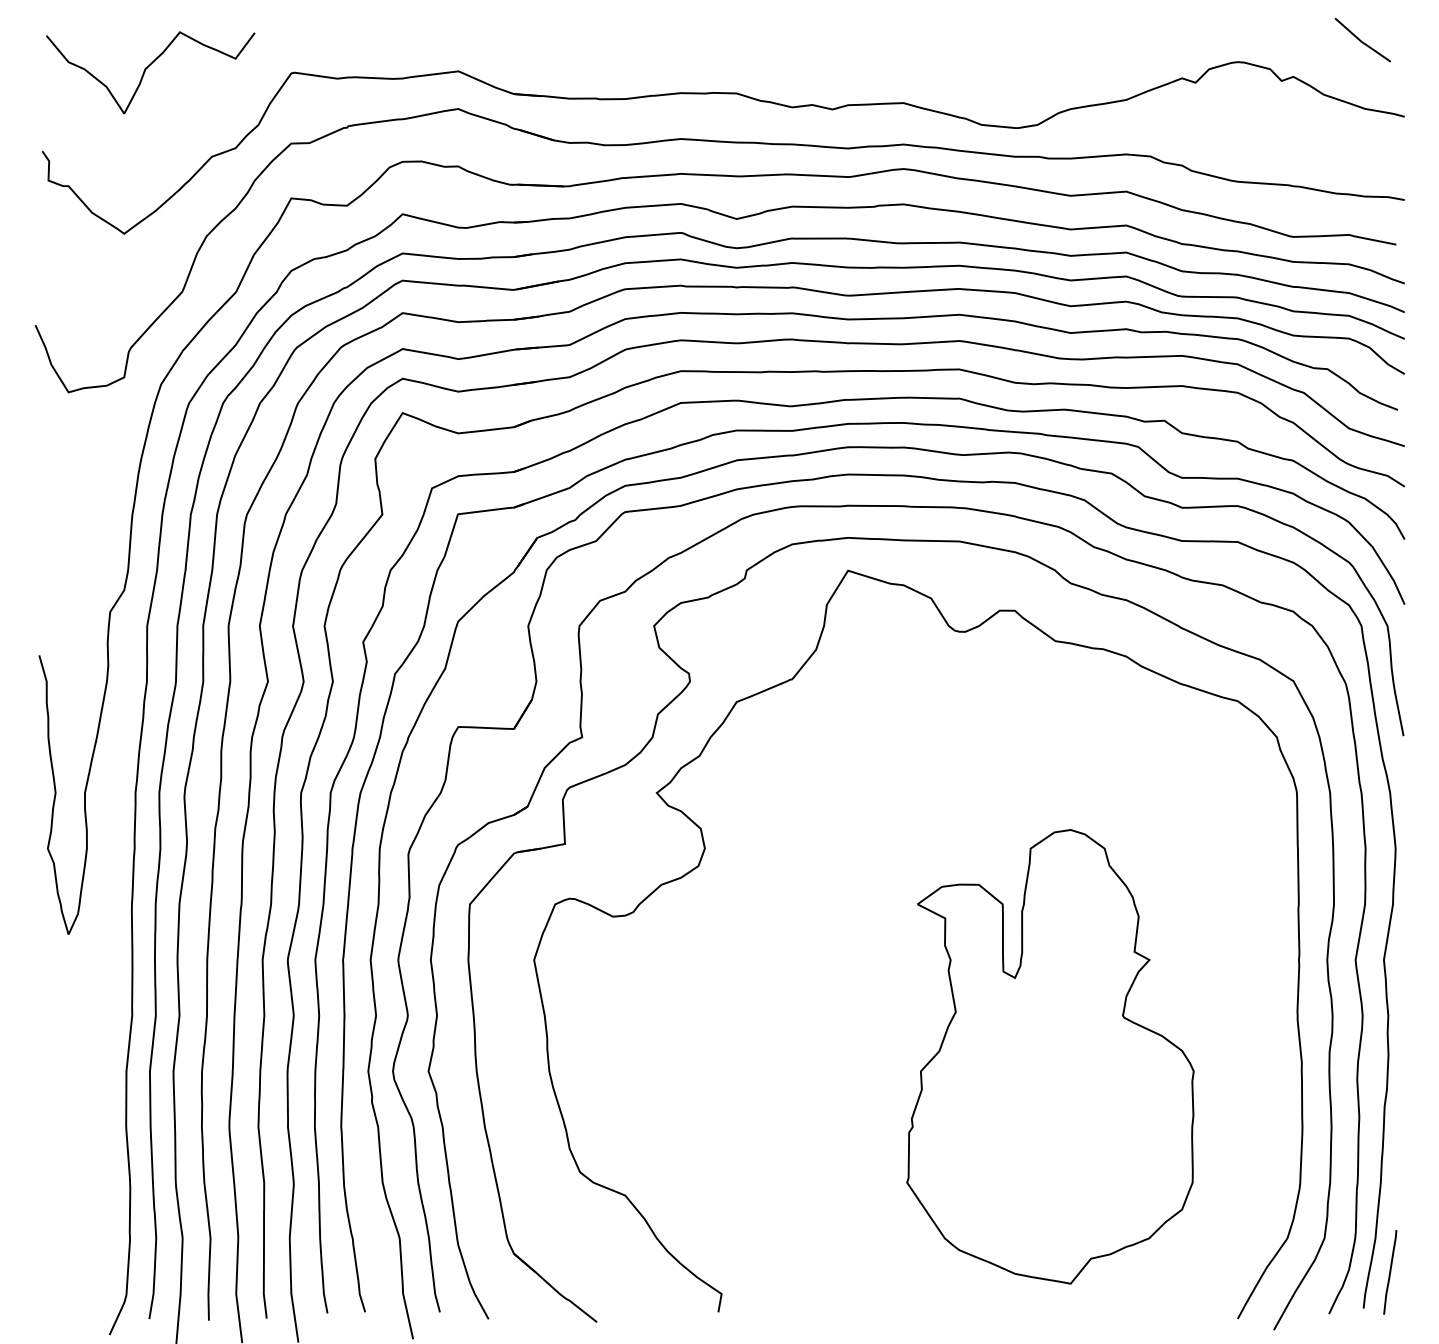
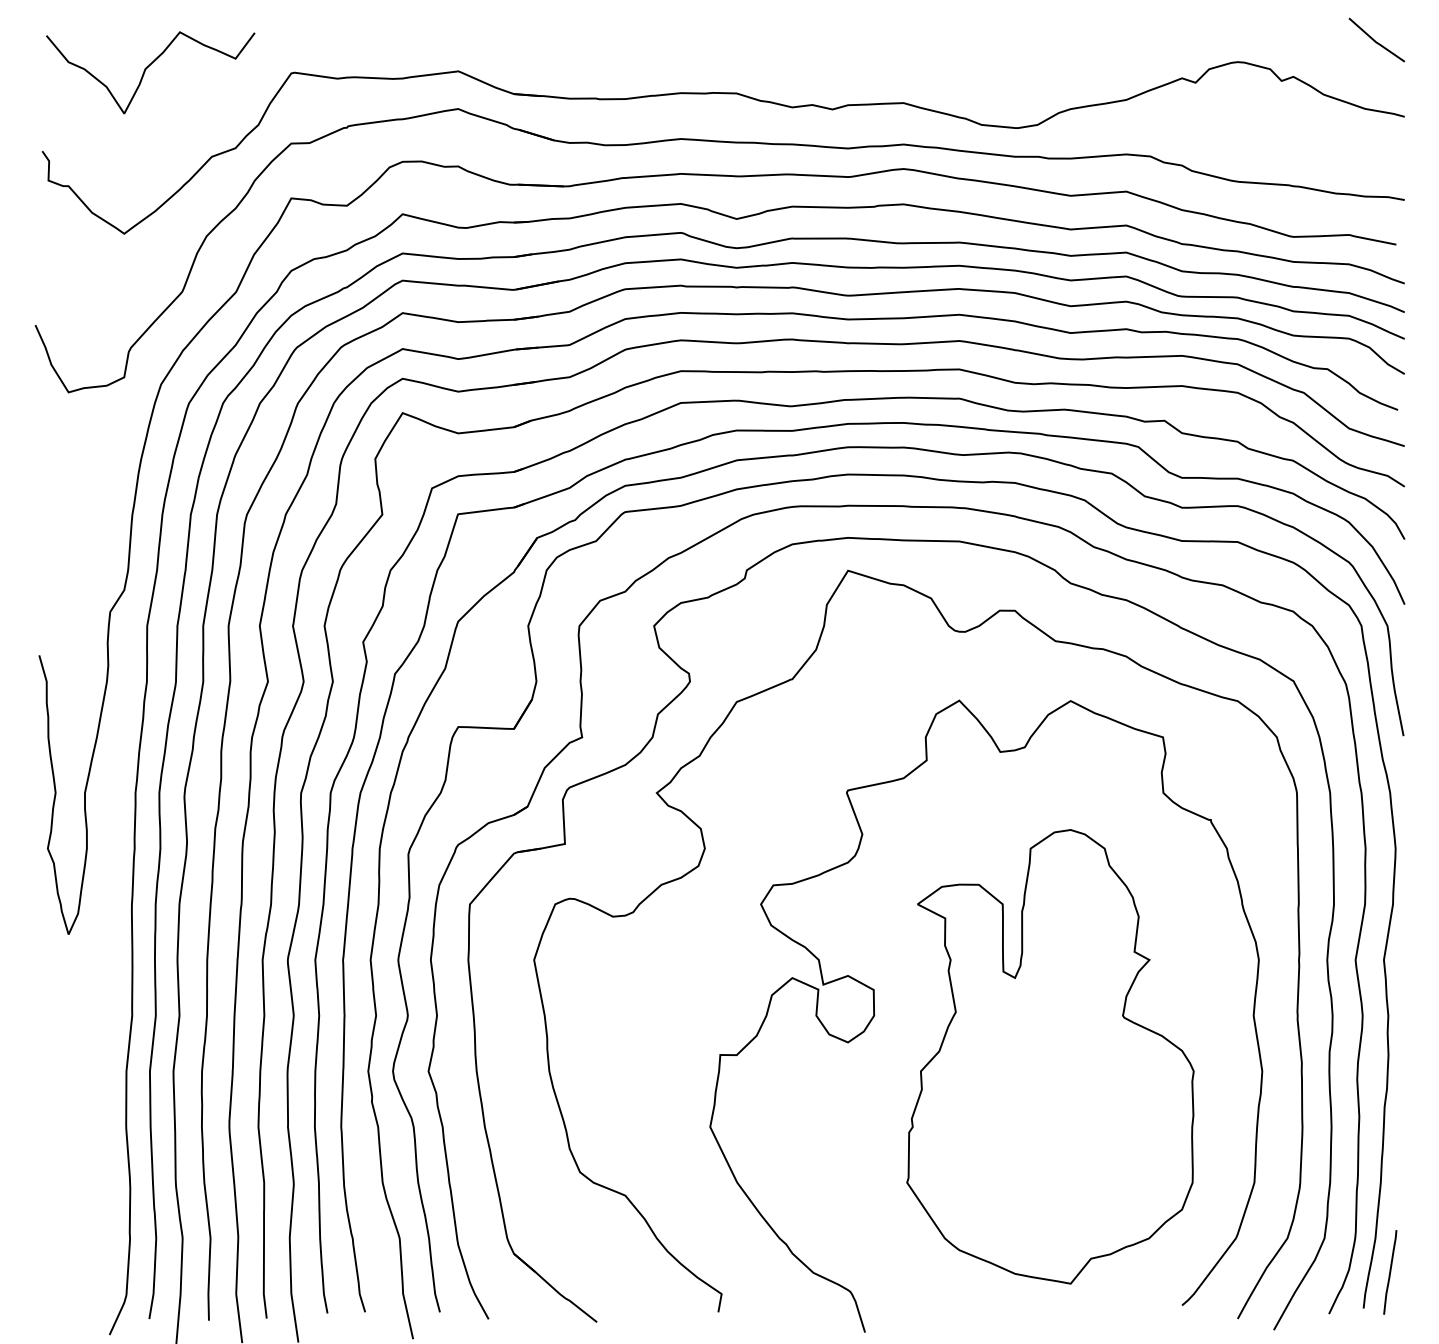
line at (1361, 40) position: (1361, 40) -> (1375, 40)
curve at (874, 1015): none -> present
